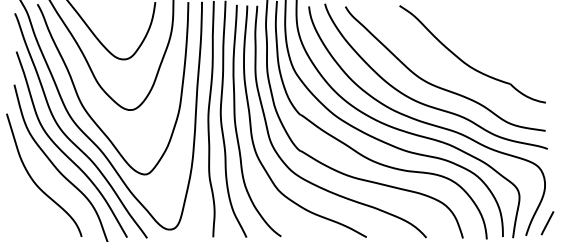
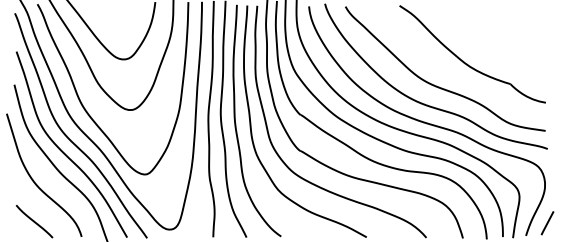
line at (34, 221): none -> present
